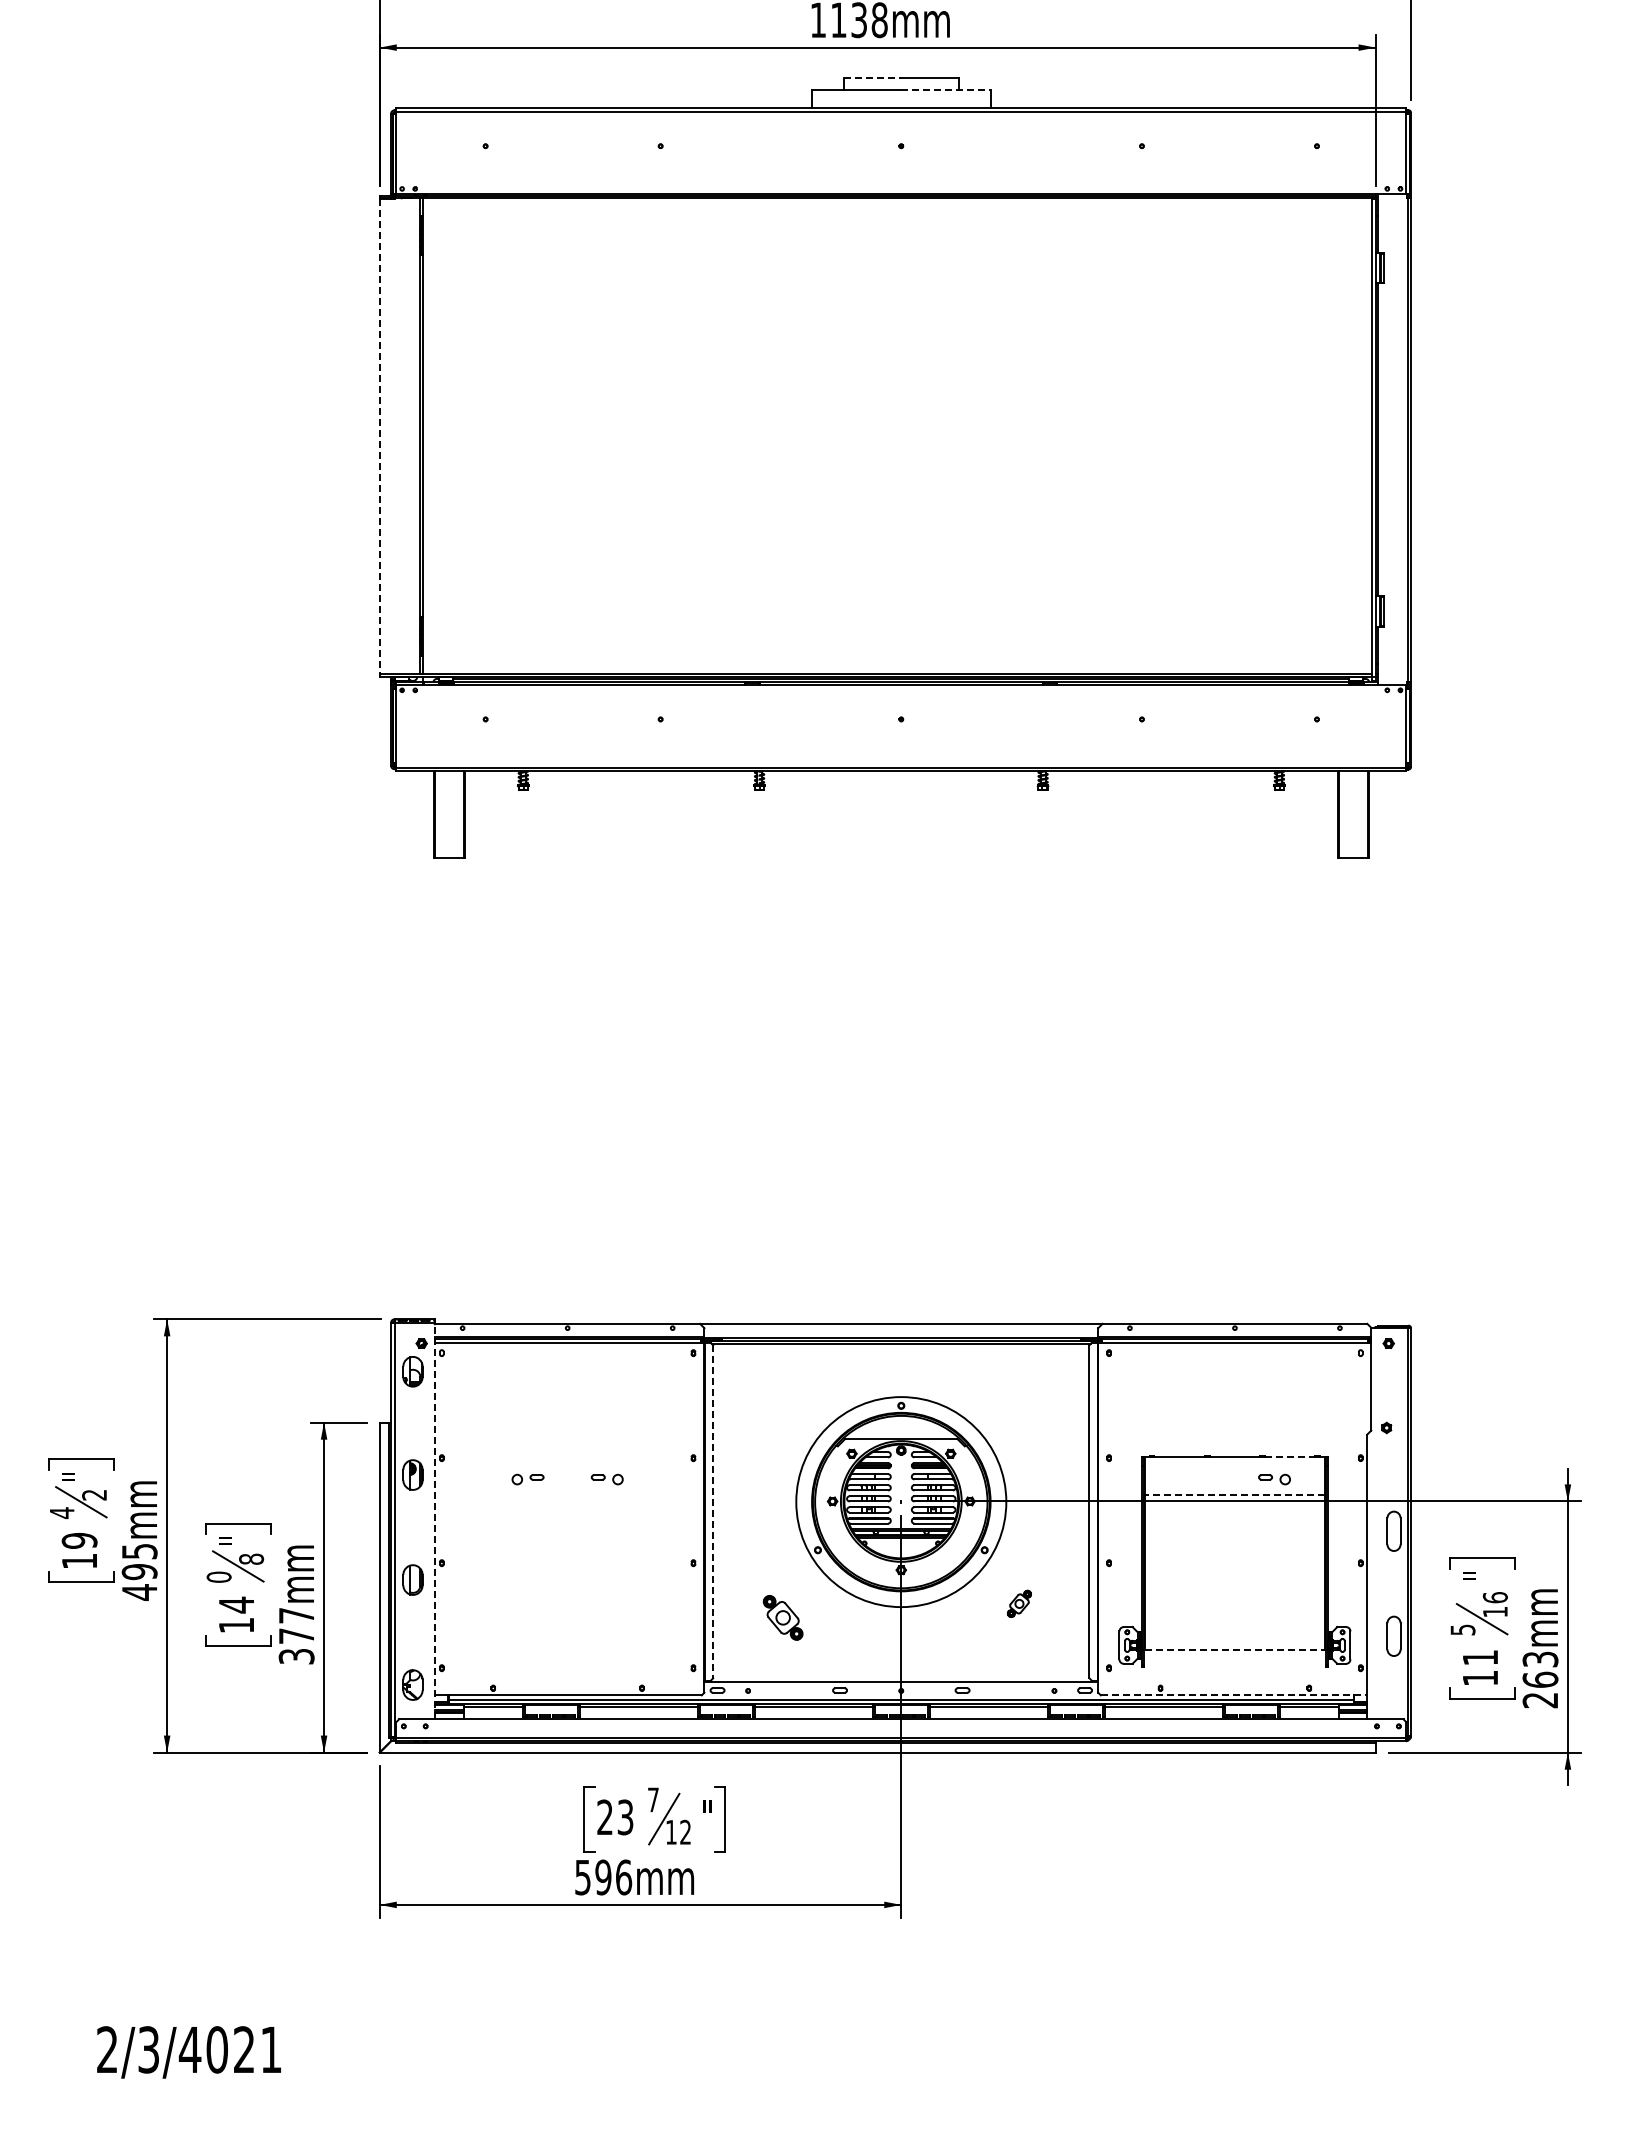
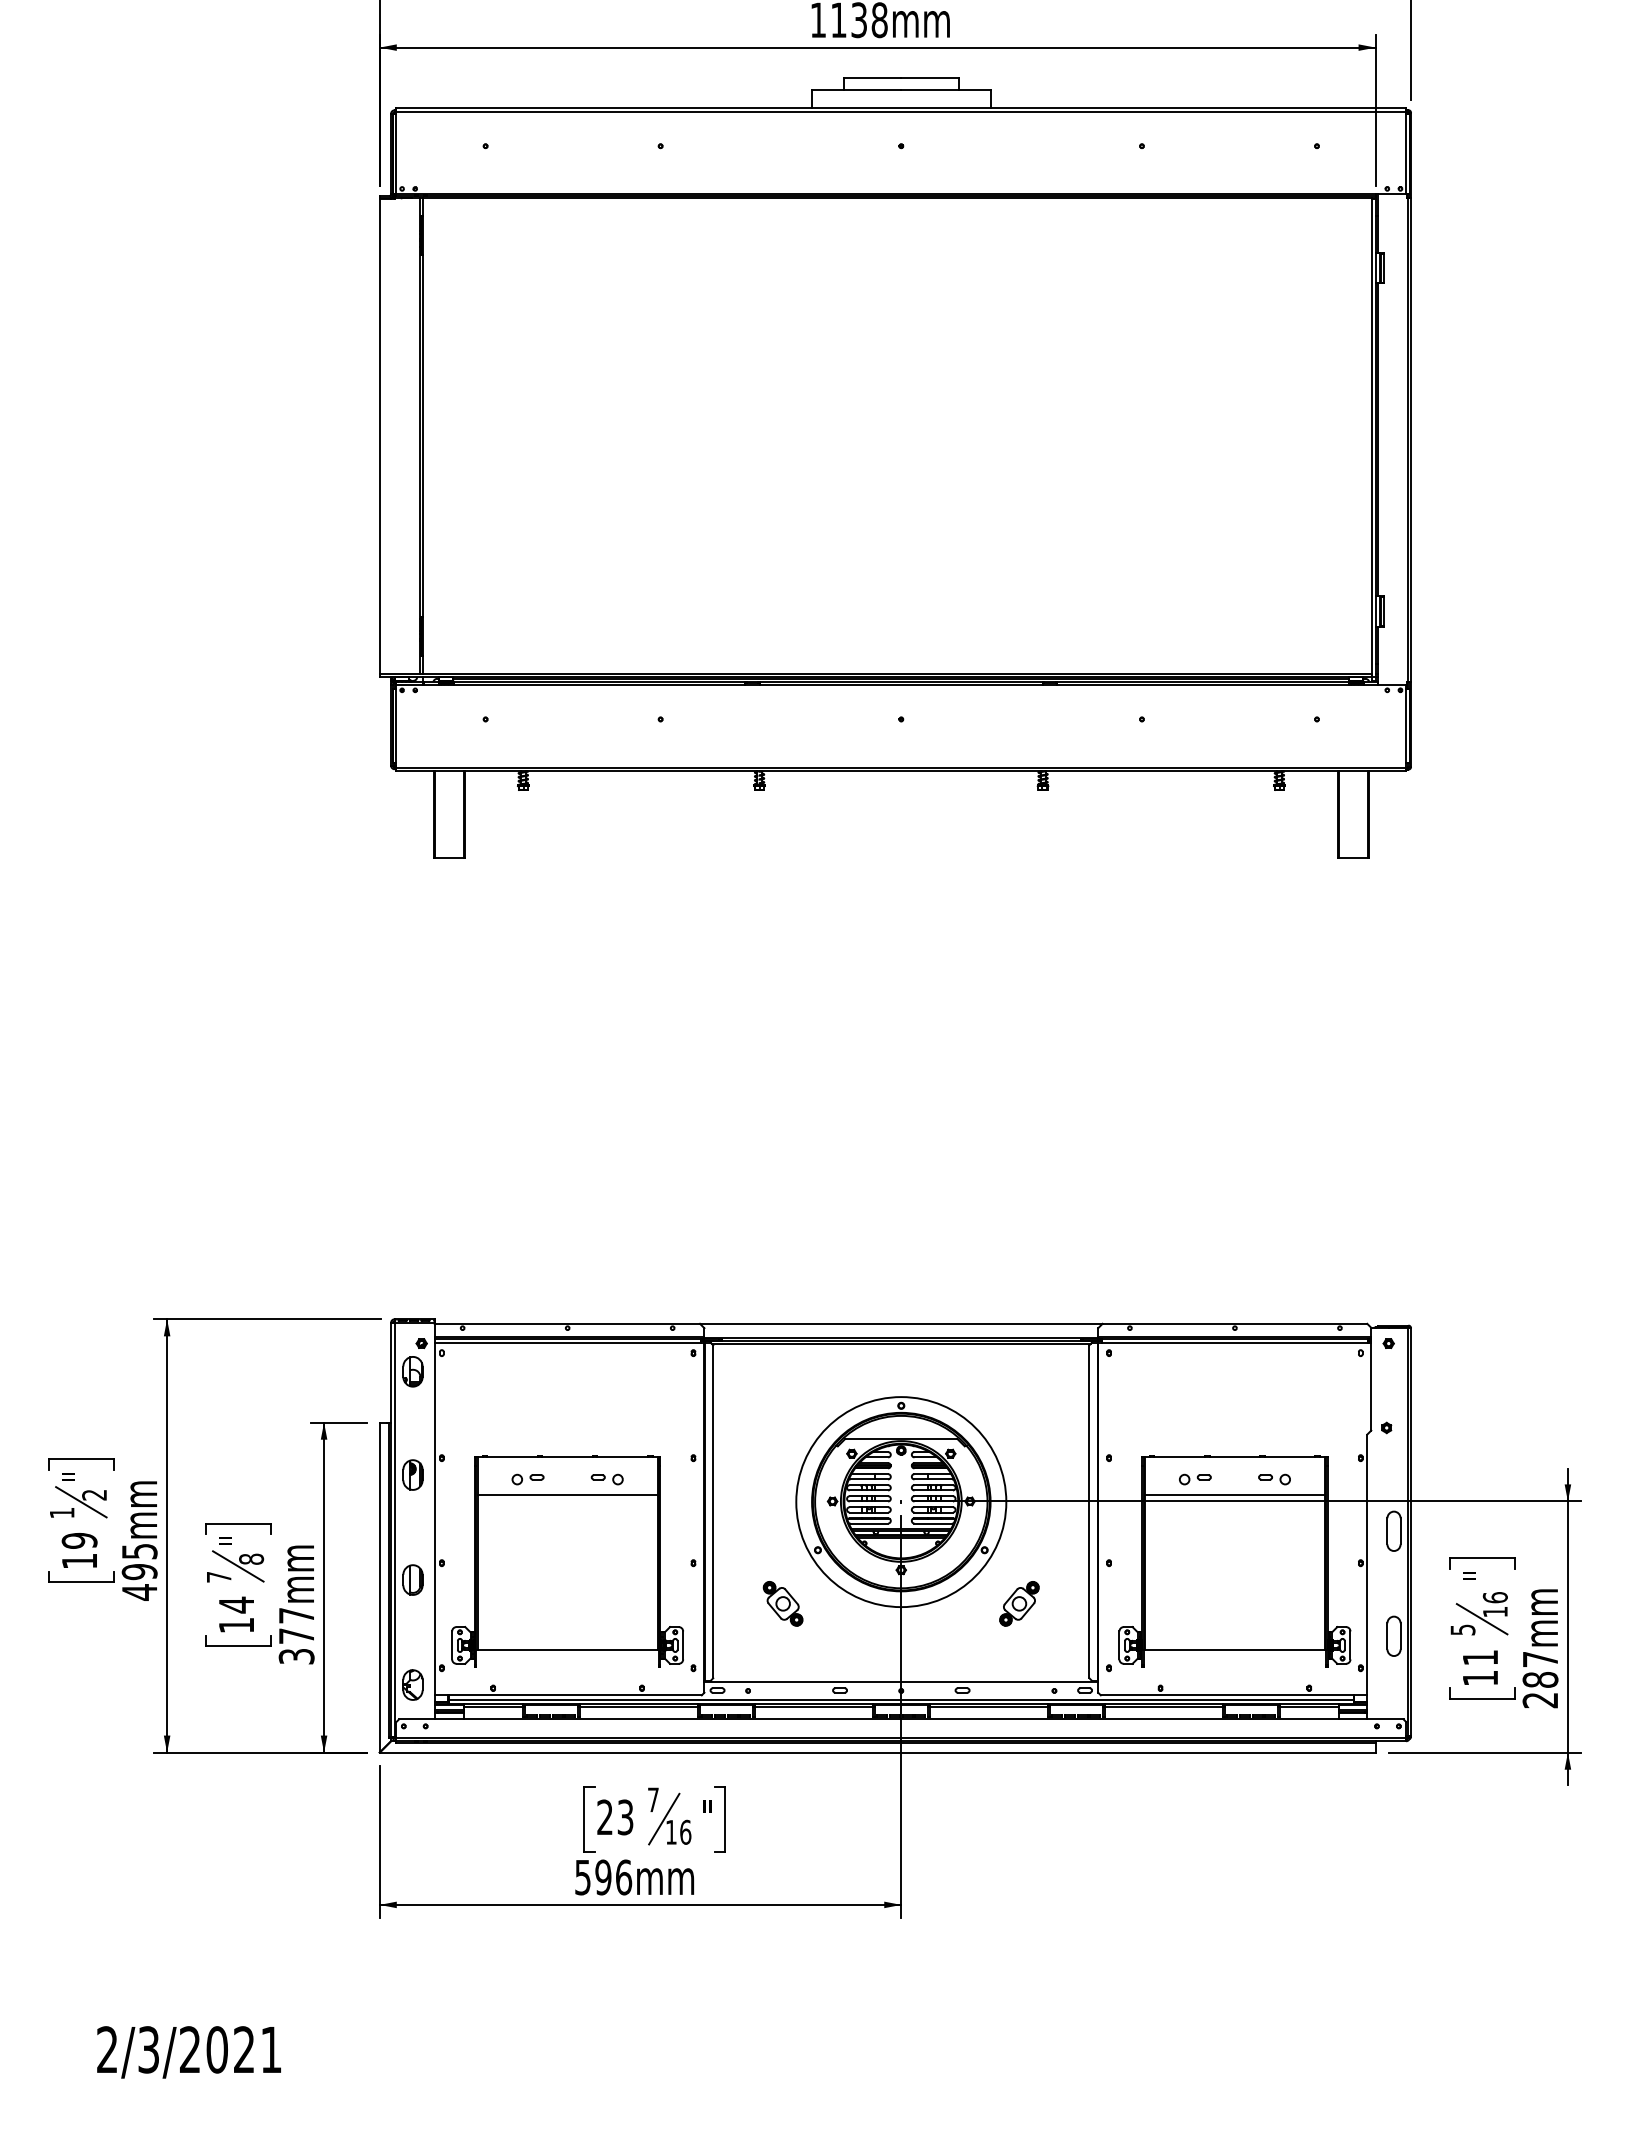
line at (872, 78): dashed -> solid
line at (945, 89): dashed -> solid
line at (379, 436): dashed -> solid
line at (1290, 1457): dashed -> solid
part at (1195, 1479): none -> present
line at (1234, 1494): dashed -> solid
line at (713, 1512): dashed -> solid
text at (62, 1513): 4 -> 1
line at (434, 1520): dashed -> solid
part at (567, 1561): none -> present
text at (218, 1576): 0 -> 7
part at (1019, 1603) size: 25x29 px -> 41x46 px
part at (782, 1617) position: (782, 1617) -> (782, 1603)
line at (1235, 1649): dashed -> solid
text at (1540, 1669): 263mm -> 287mm
line at (1234, 1695): dashed -> solid
text at (685, 1831): 12 -> 16
text at (189, 2049): 2/3/4021 -> 2/3/2021
